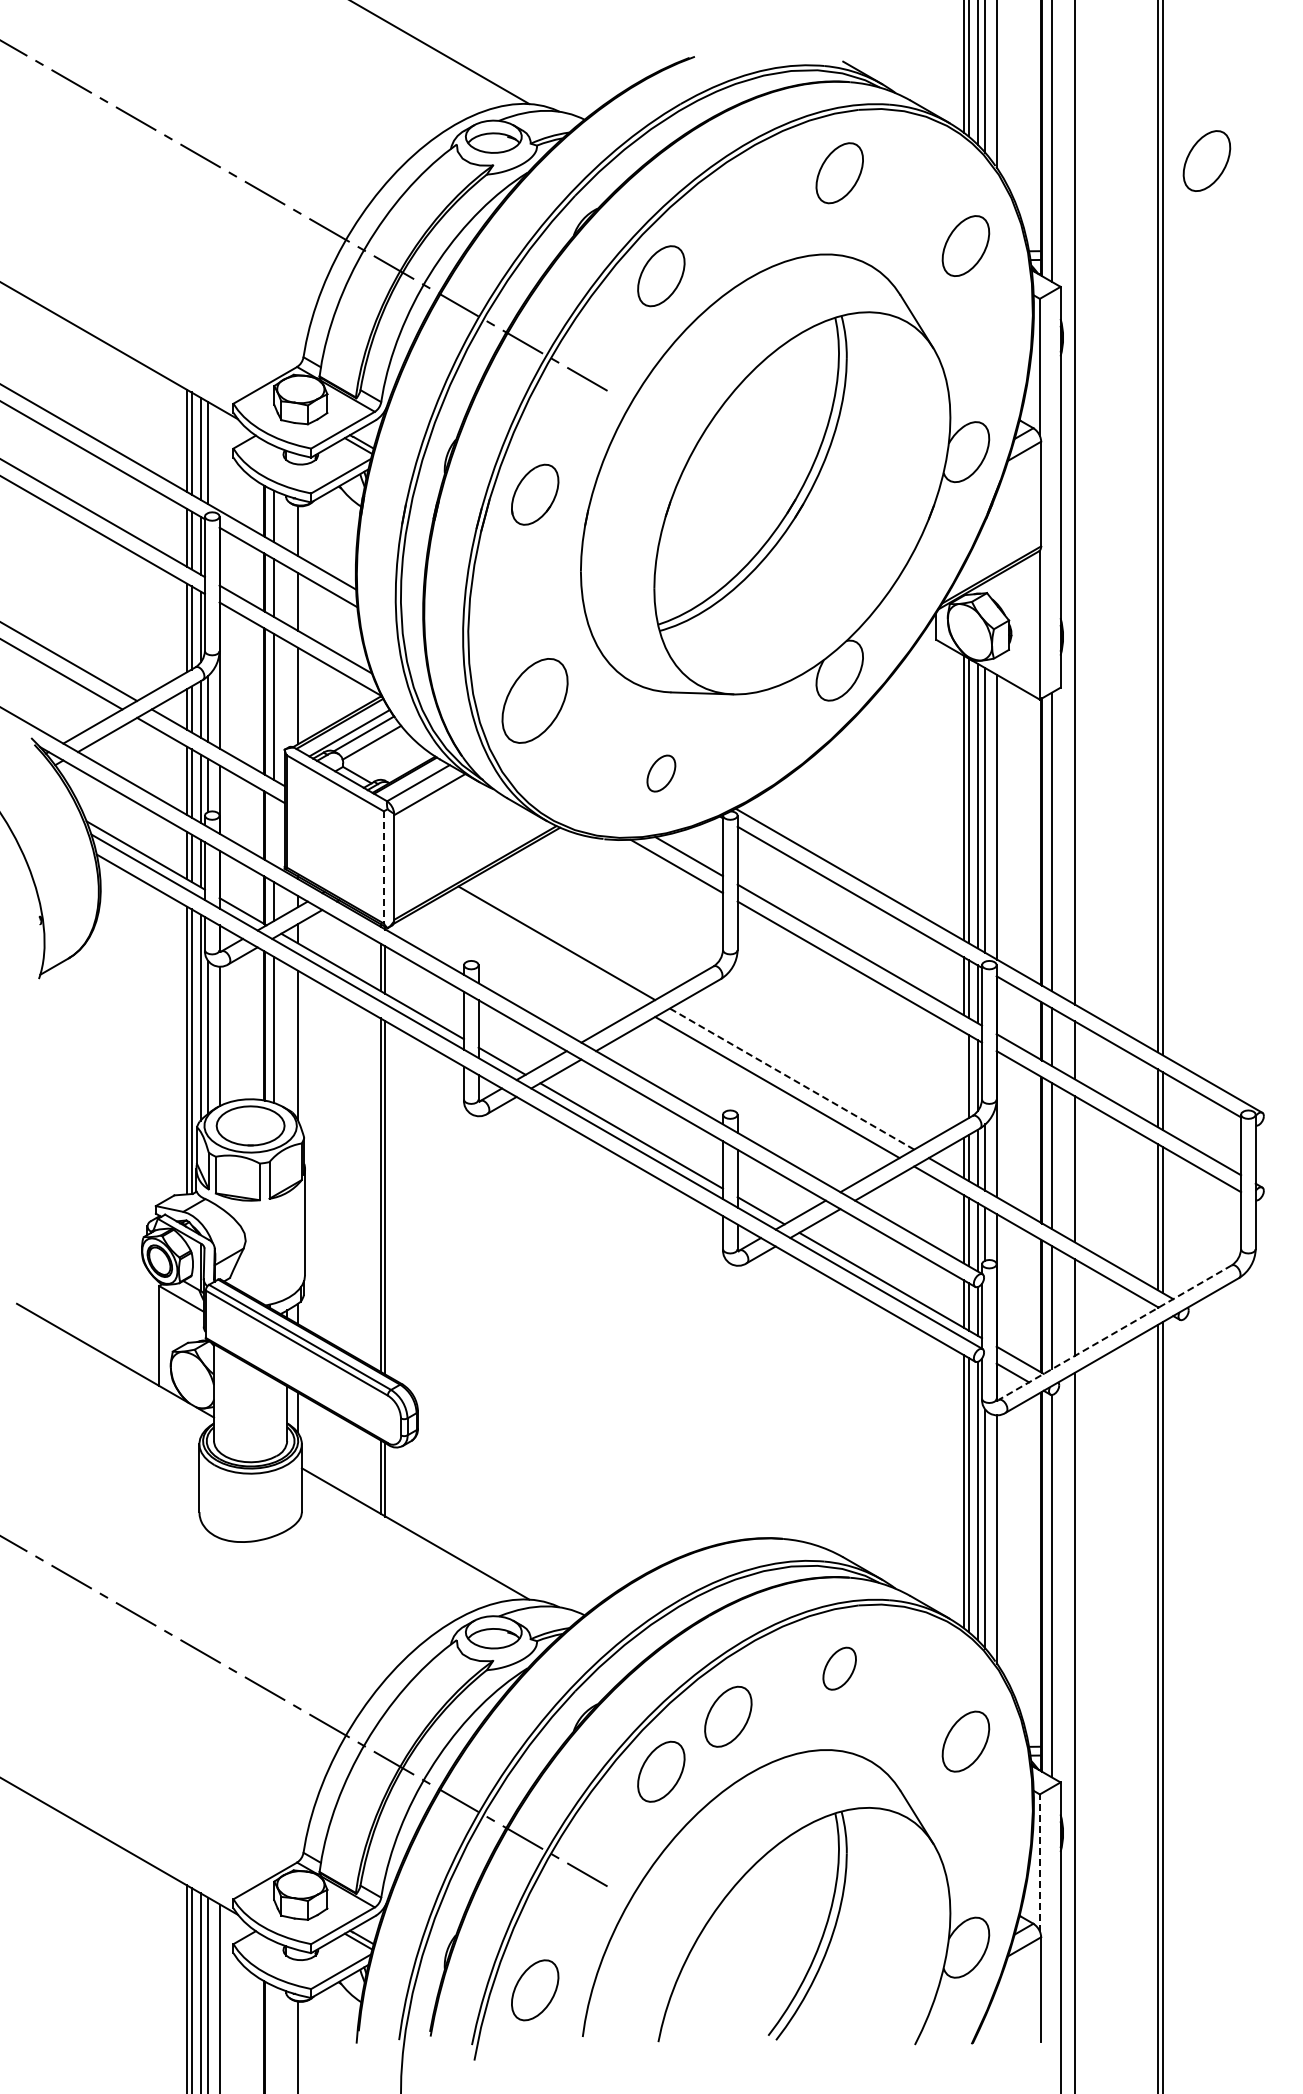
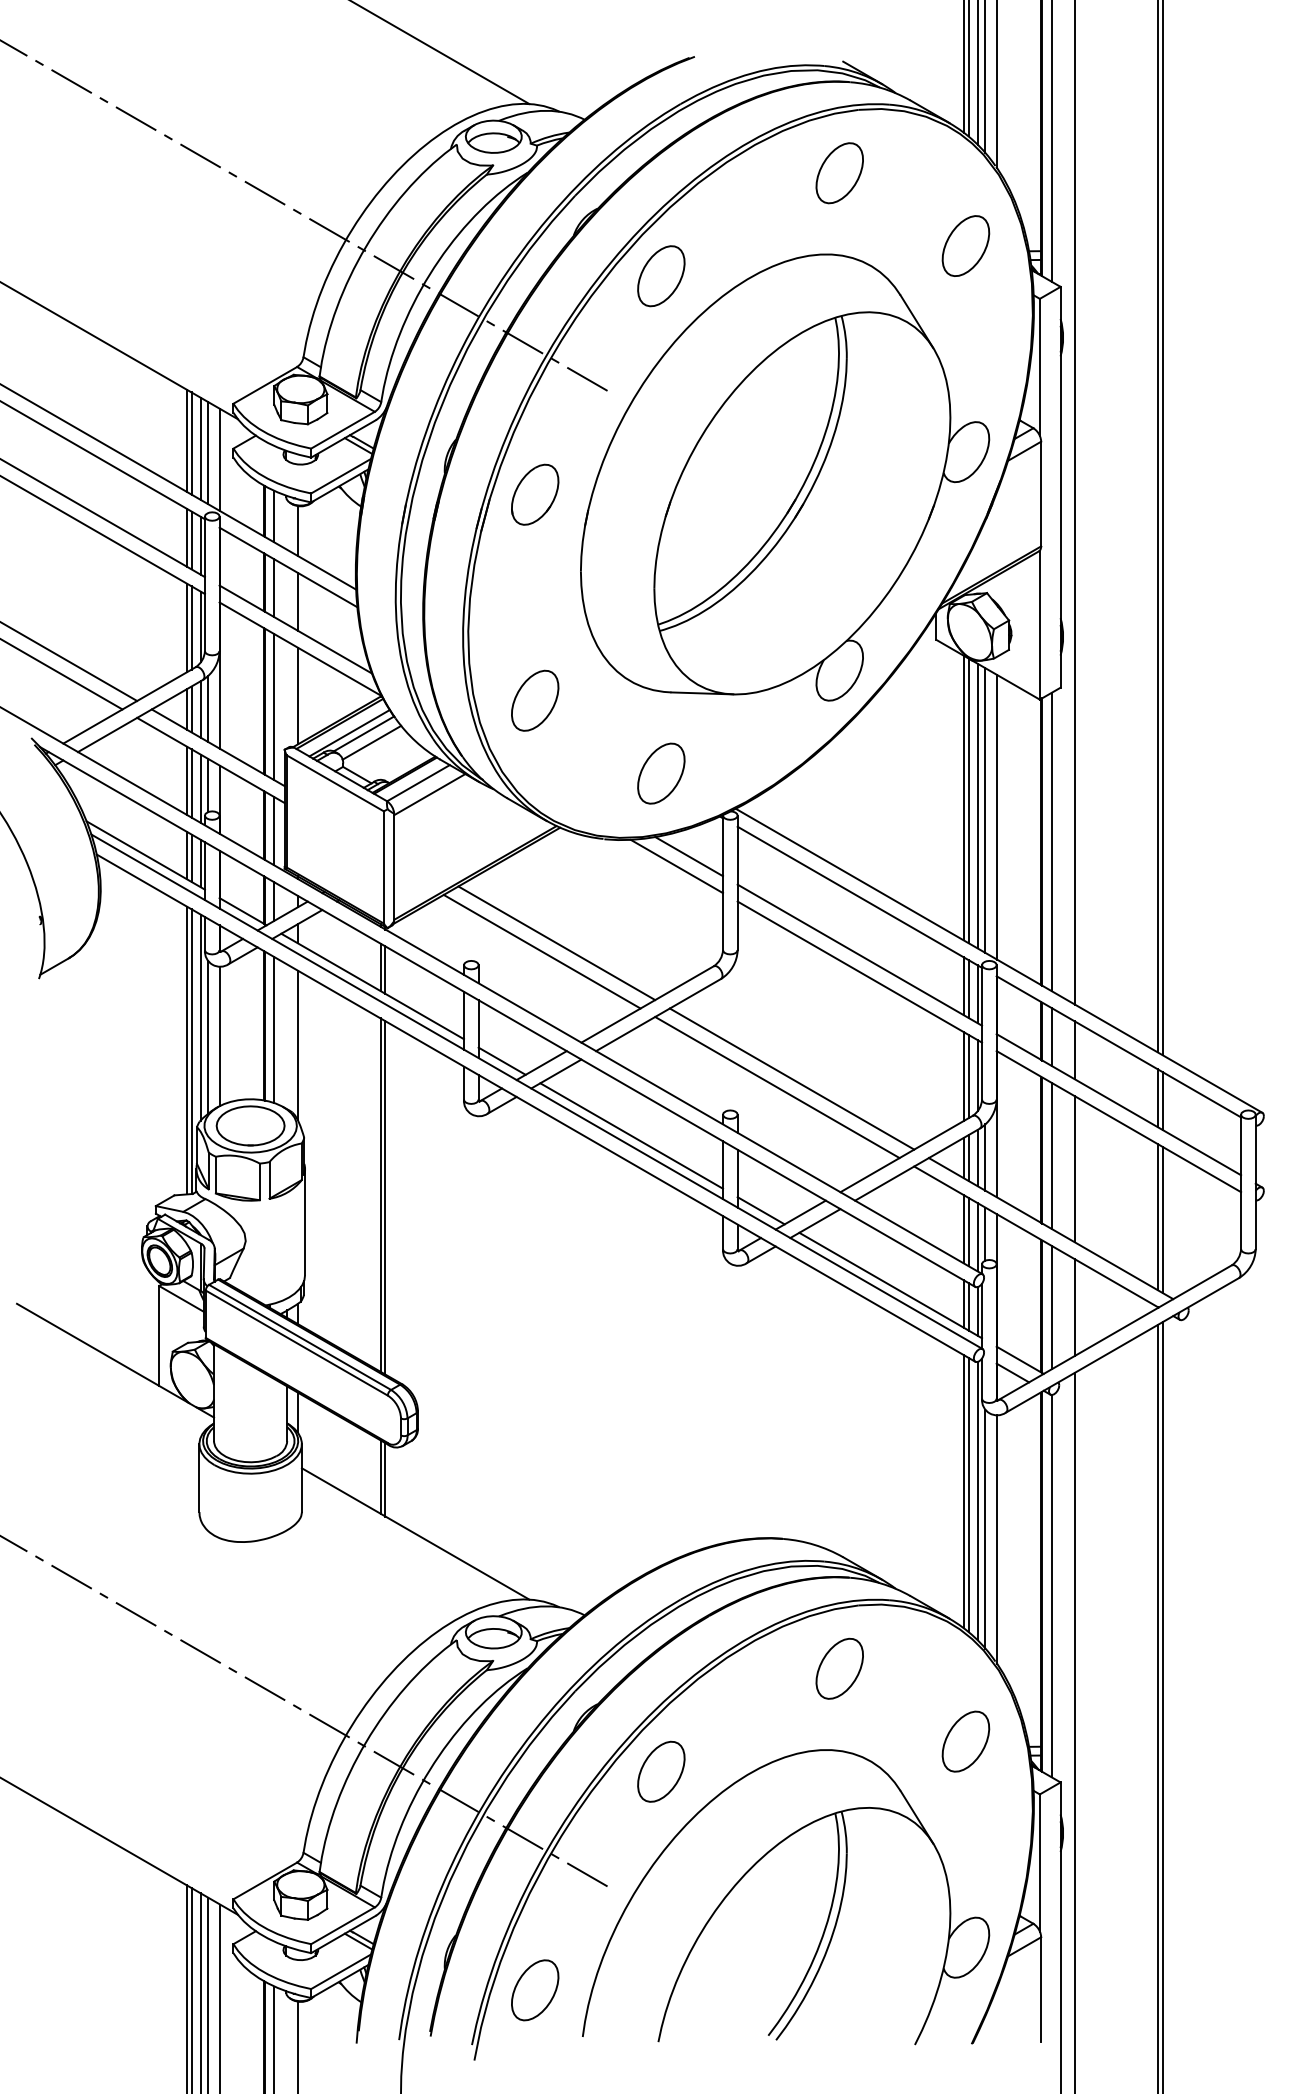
part at (1206, 160): present -> none
line at (220, 459): none -> present
part at (534, 700) size: 68x86 px -> 49x63 px
part at (661, 773) size: 31x39 px -> 49x63 px
line at (274, 831): none -> present
line at (383, 867): dashed -> solid
line at (541, 951): none -> present
line at (963, 1076): none -> present
line at (791, 1078): dashed -> solid
line at (1115, 1332): dashed -> solid
part at (839, 1668) size: 35x45 px -> 49x63 px
part at (728, 1716): present -> none
line at (1039, 1862): dashed -> solid
line at (274, 2038): none -> present
